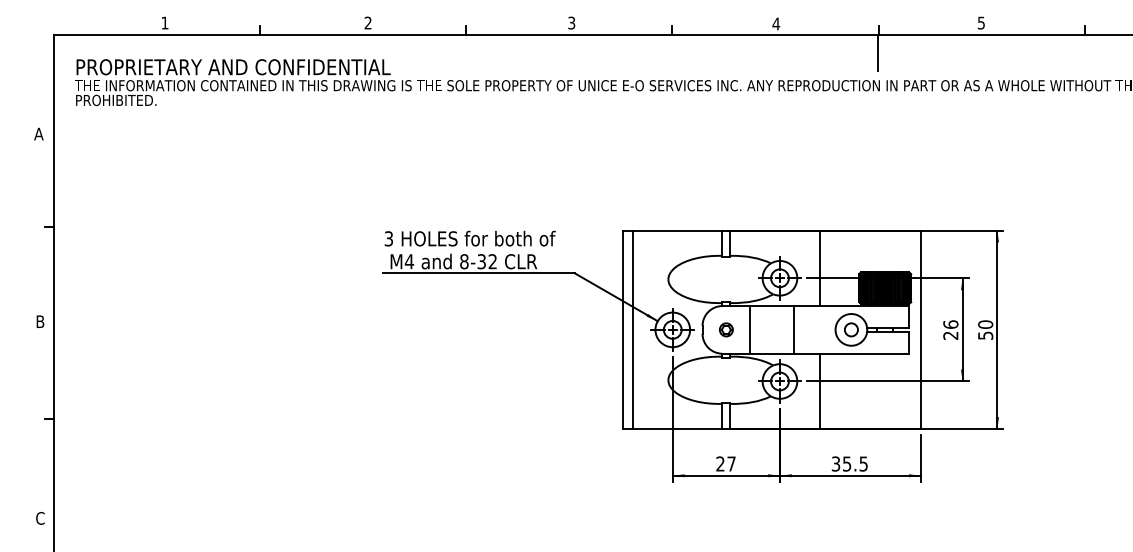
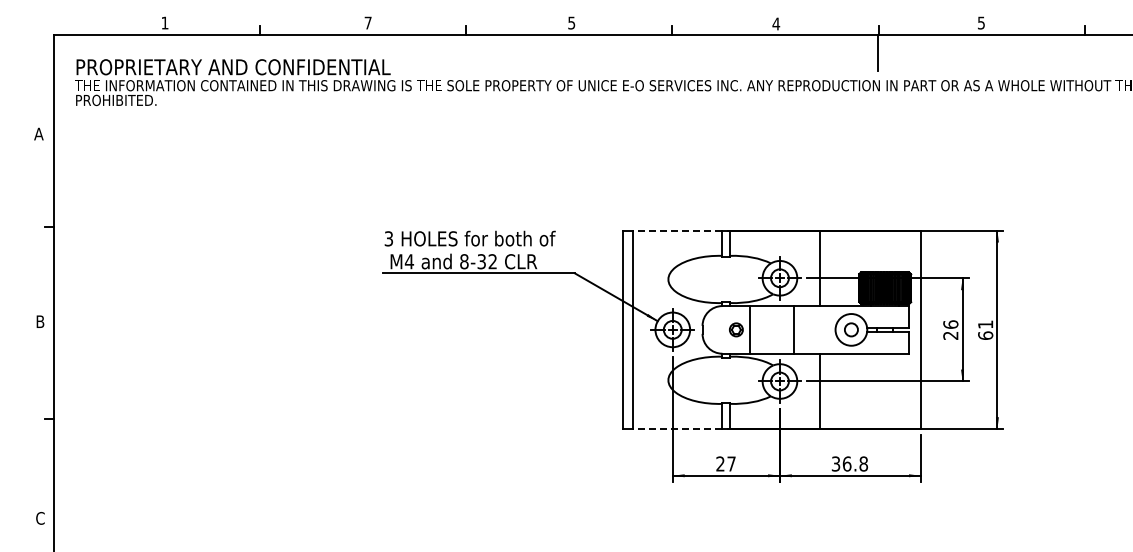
text at (367, 22): 2 -> 7
text at (571, 22): 3 -> 5
line at (677, 230): solid -> dashed
part at (726, 329) position: (726, 329) -> (736, 329)
text at (985, 329): 50 -> 61
line at (677, 429): solid -> dashed
text at (855, 463): 35.5 -> 36.8
